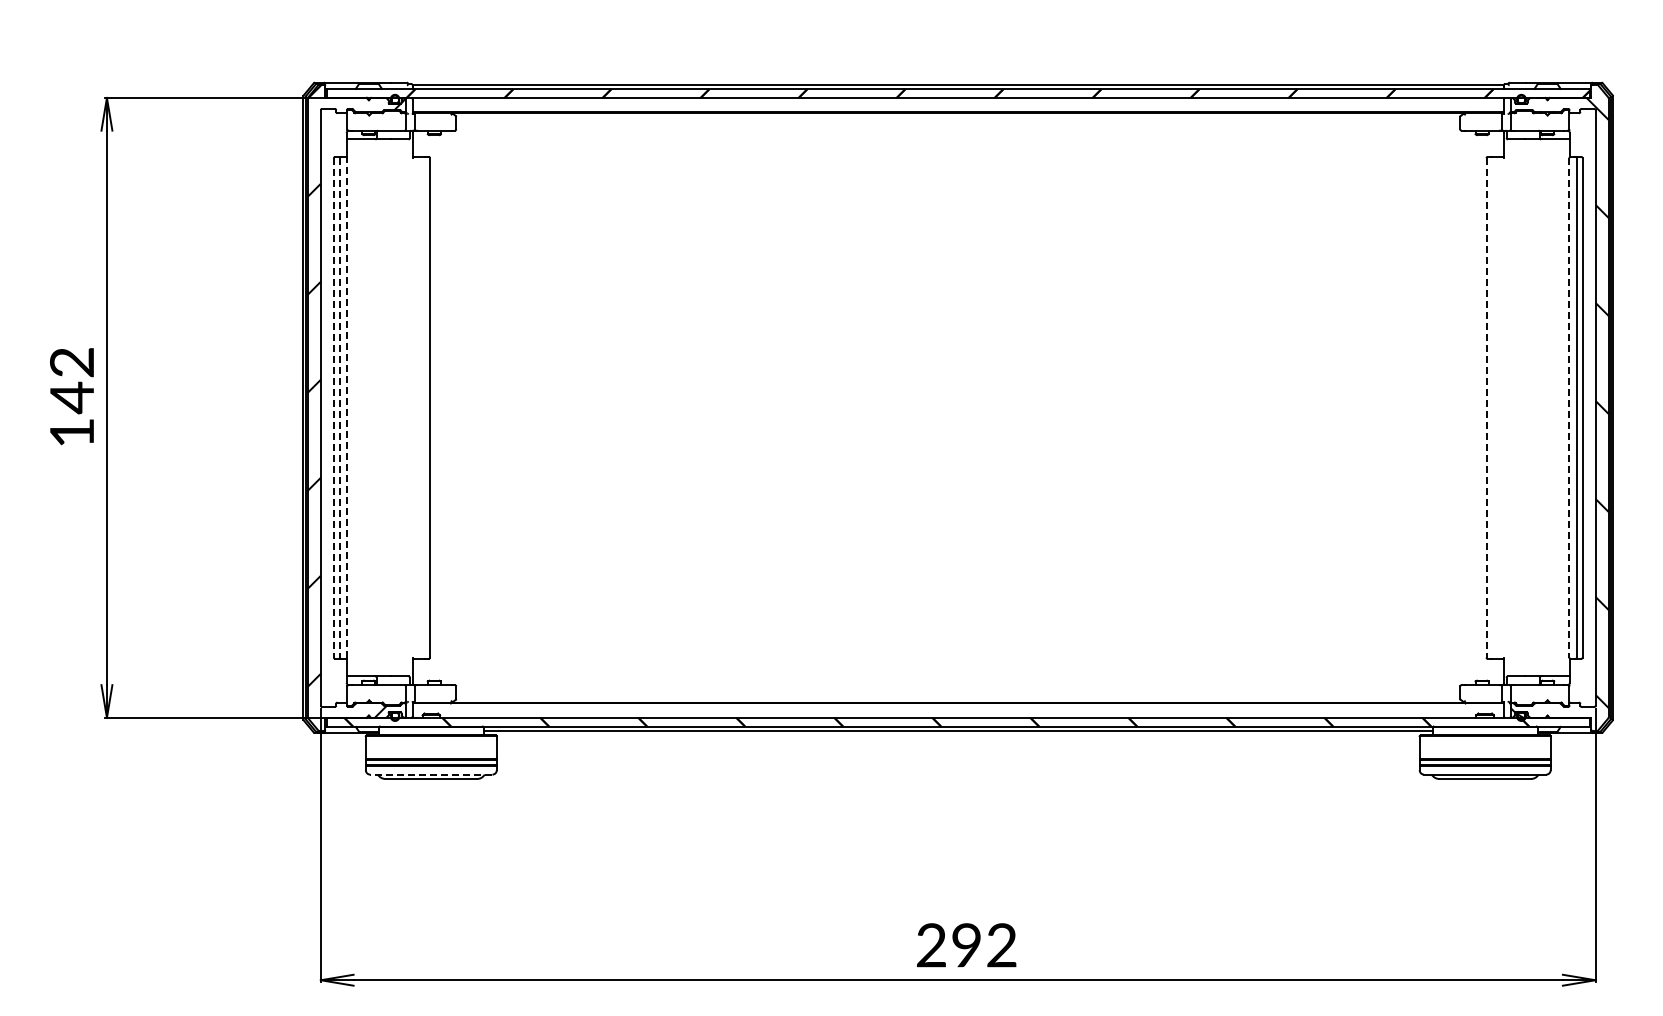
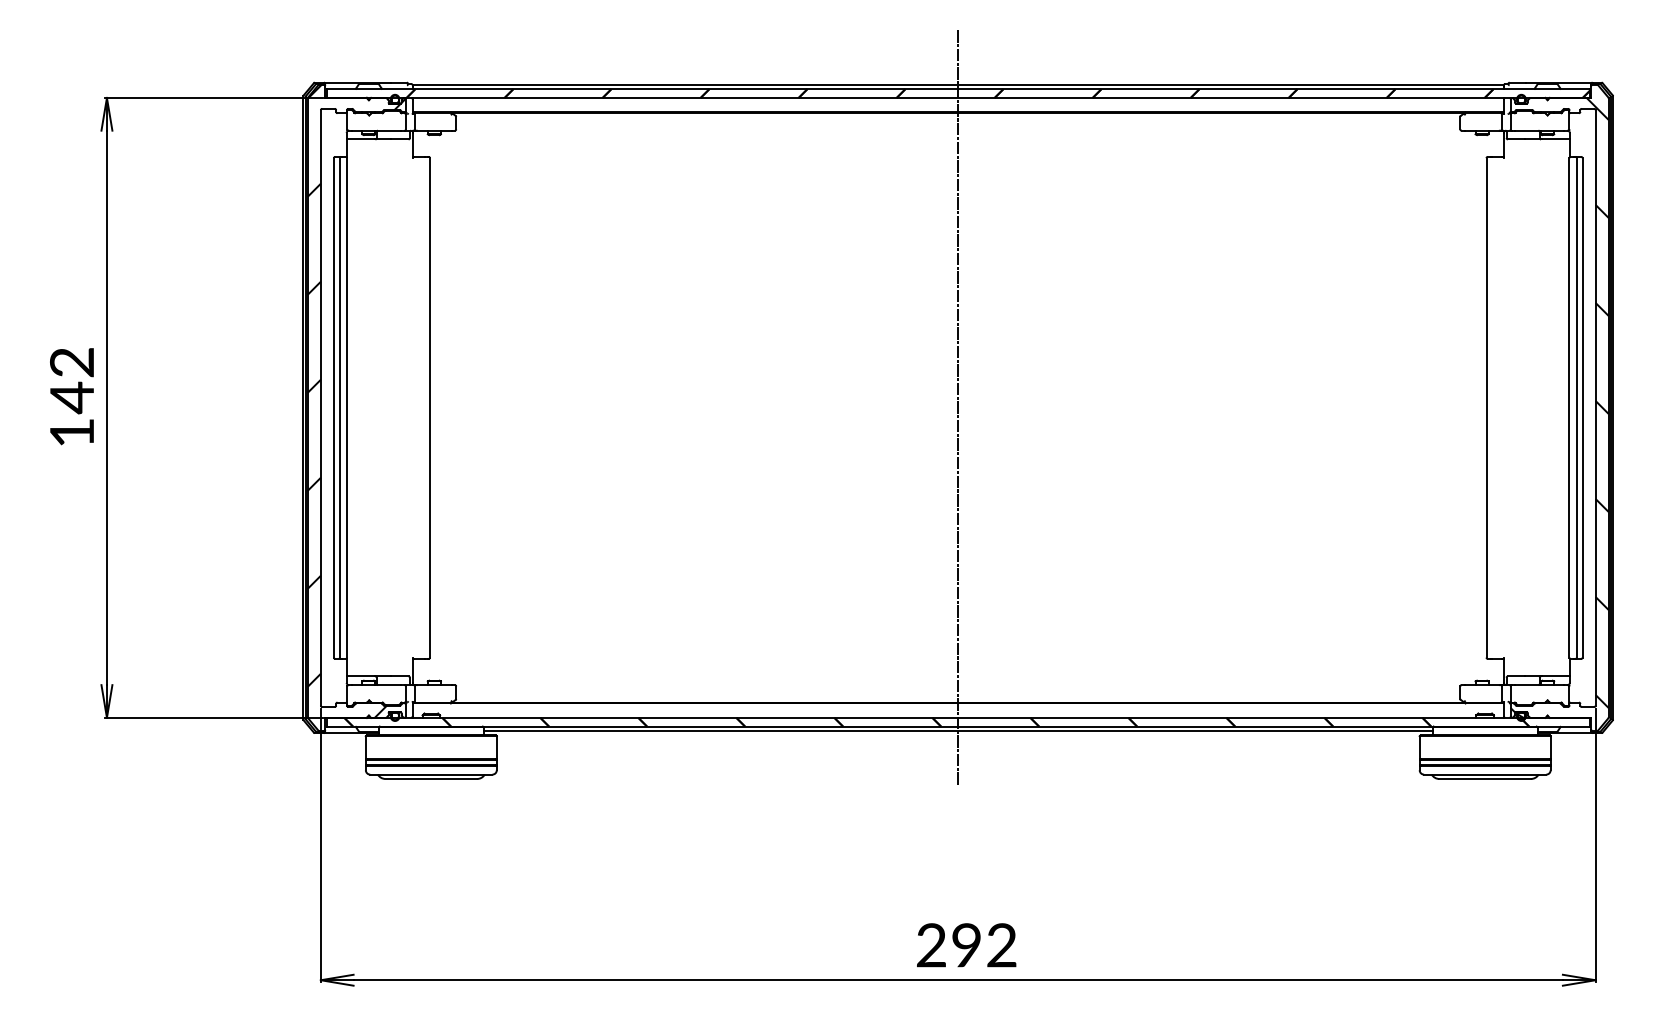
line at (333, 407): dashed -> solid
line at (339, 407): dashed -> solid
line at (347, 407): dashed -> solid
line at (958, 407): none -> present
line at (1486, 407): dashed -> solid
line at (1569, 407): dashed -> solid
line at (430, 774): dashed -> solid
